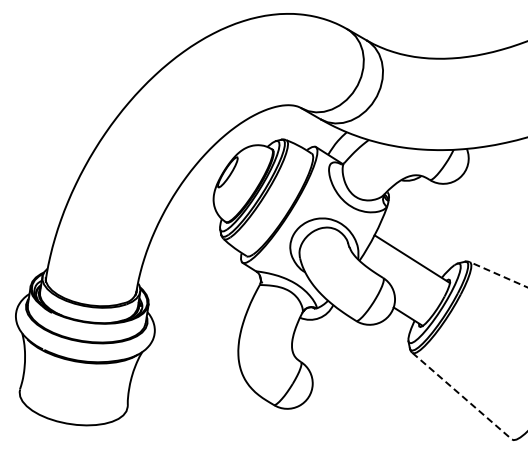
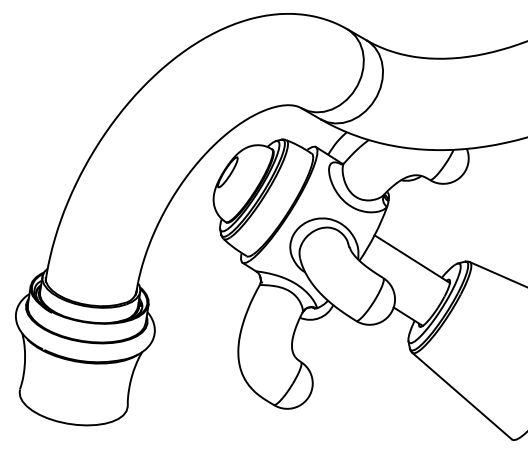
line at (498, 274): dashed -> solid
line at (462, 396): dashed -> solid
